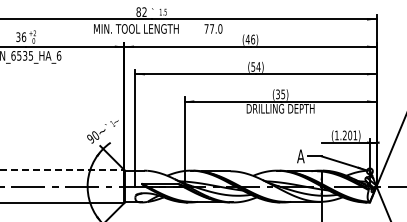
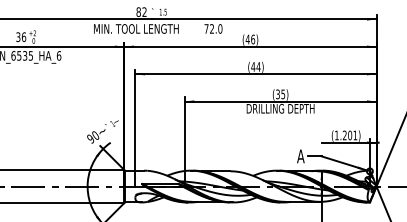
text at (212, 28): 77.0 -> 72.0
text at (253, 66): (54) -> (44)
line at (62, 170): dashed -> solid
